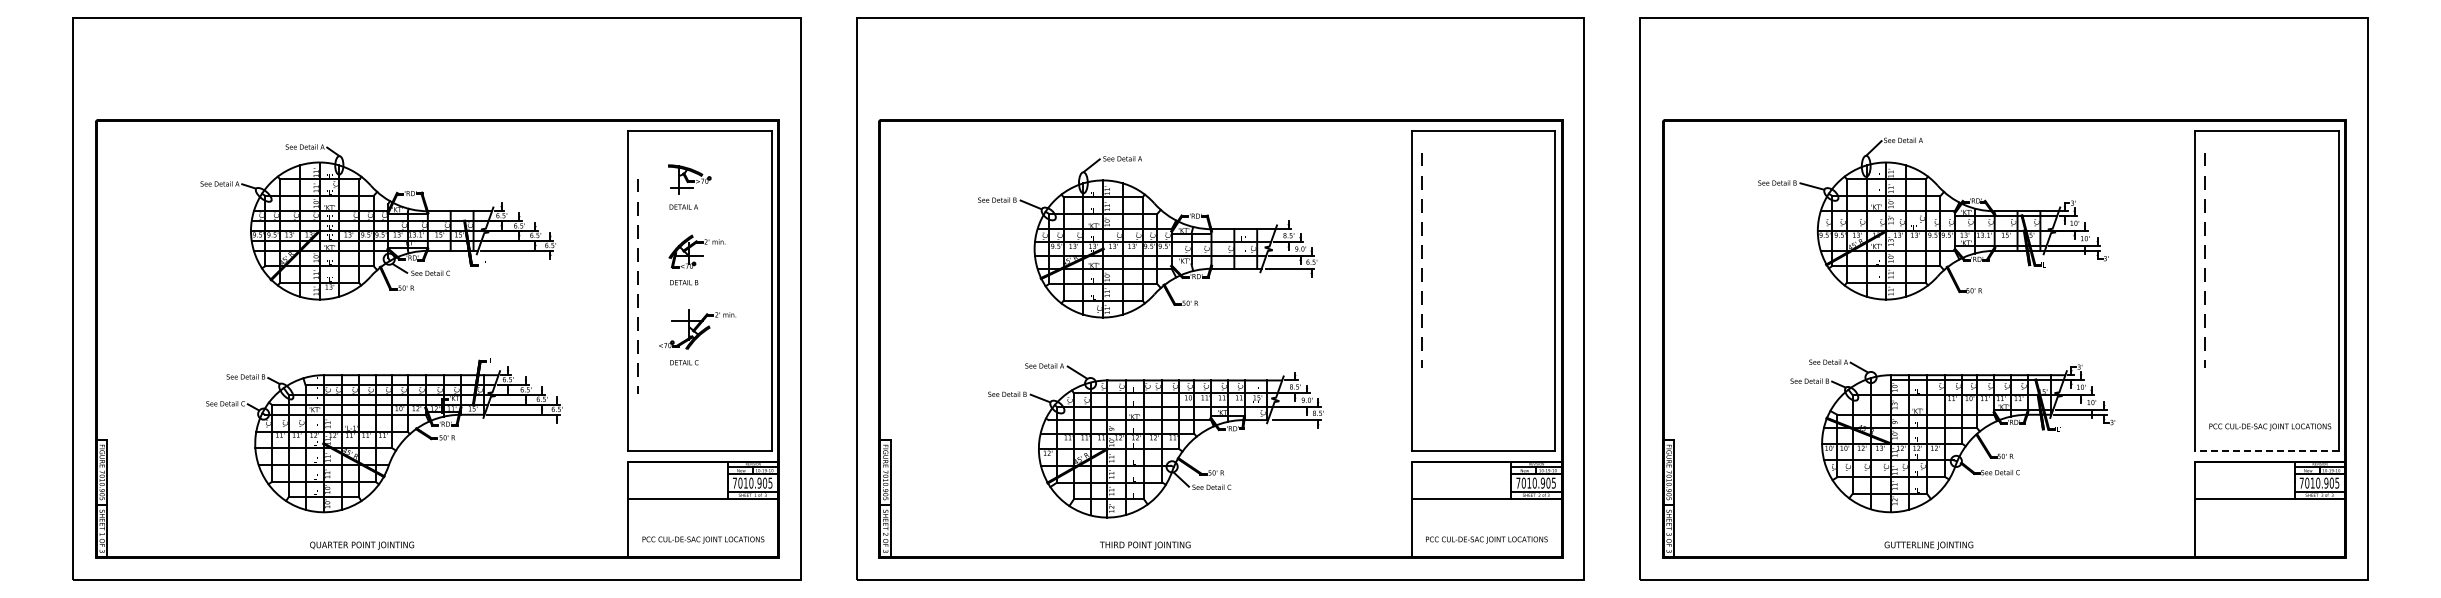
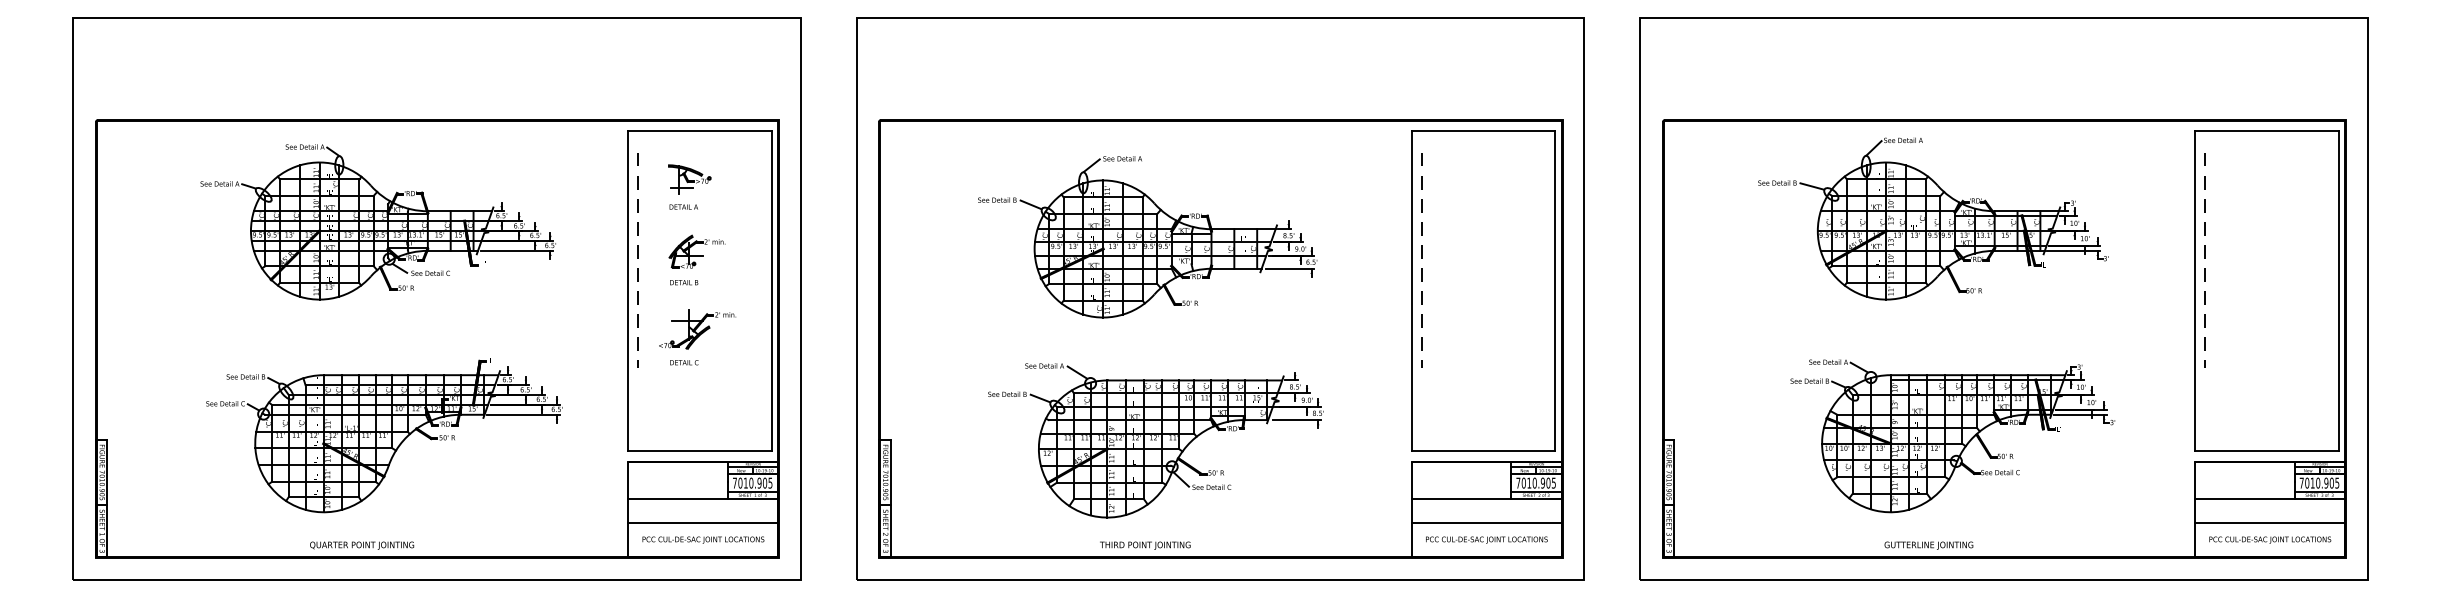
line at (637, 284) position: (637, 284) -> (637, 258)
text at (2270, 426) position: (2270, 426) -> (2270, 539)
line at (2266, 450): dashed -> solid
line at (703, 522): none -> present
line at (1486, 522): none -> present
line at (2270, 522): none -> present
